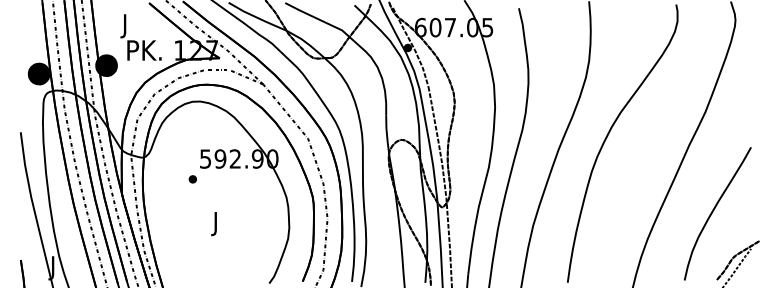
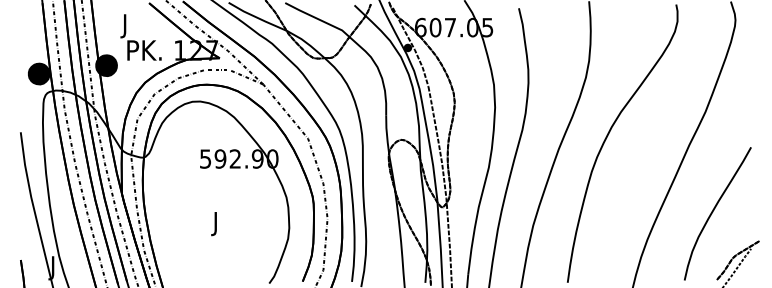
part at (192, 179): present -> none
